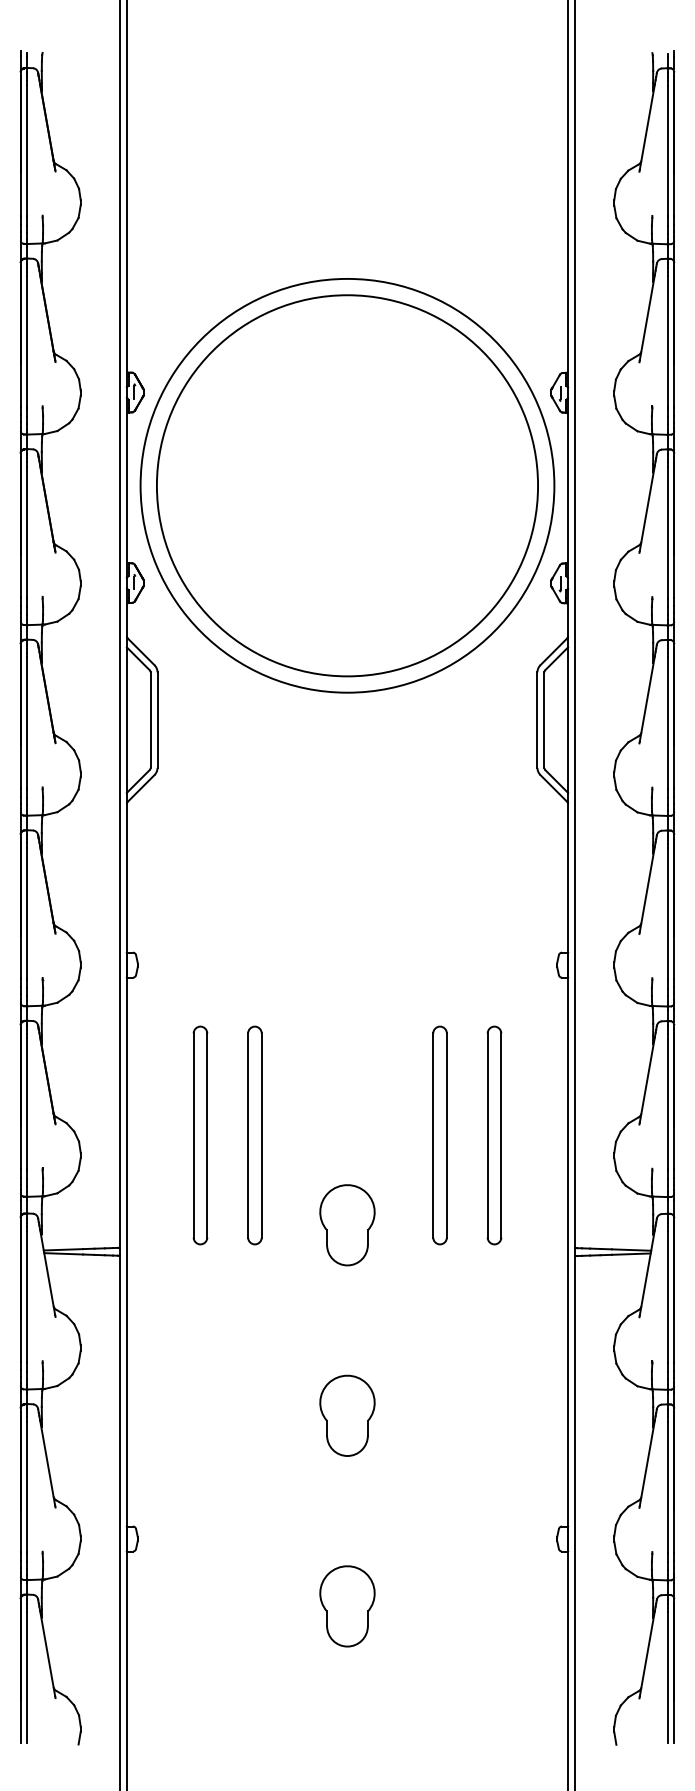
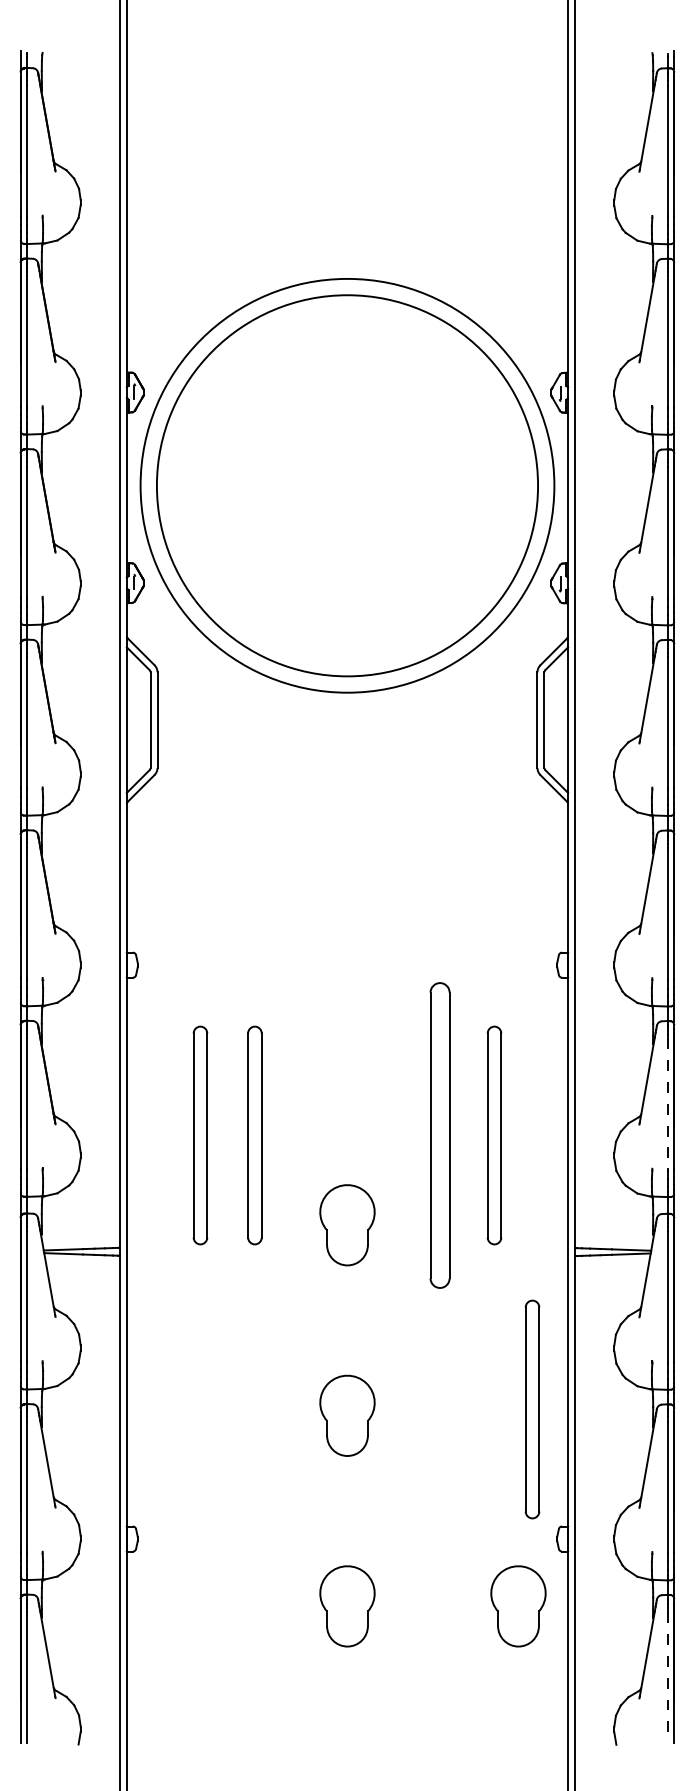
line at (667, 1104): solid -> dashed
part at (439, 1135) size: 16x221 px -> 22x307 px
part at (532, 1409): none -> present
part at (518, 1606): none -> present
line at (667, 1678): solid -> dashed
